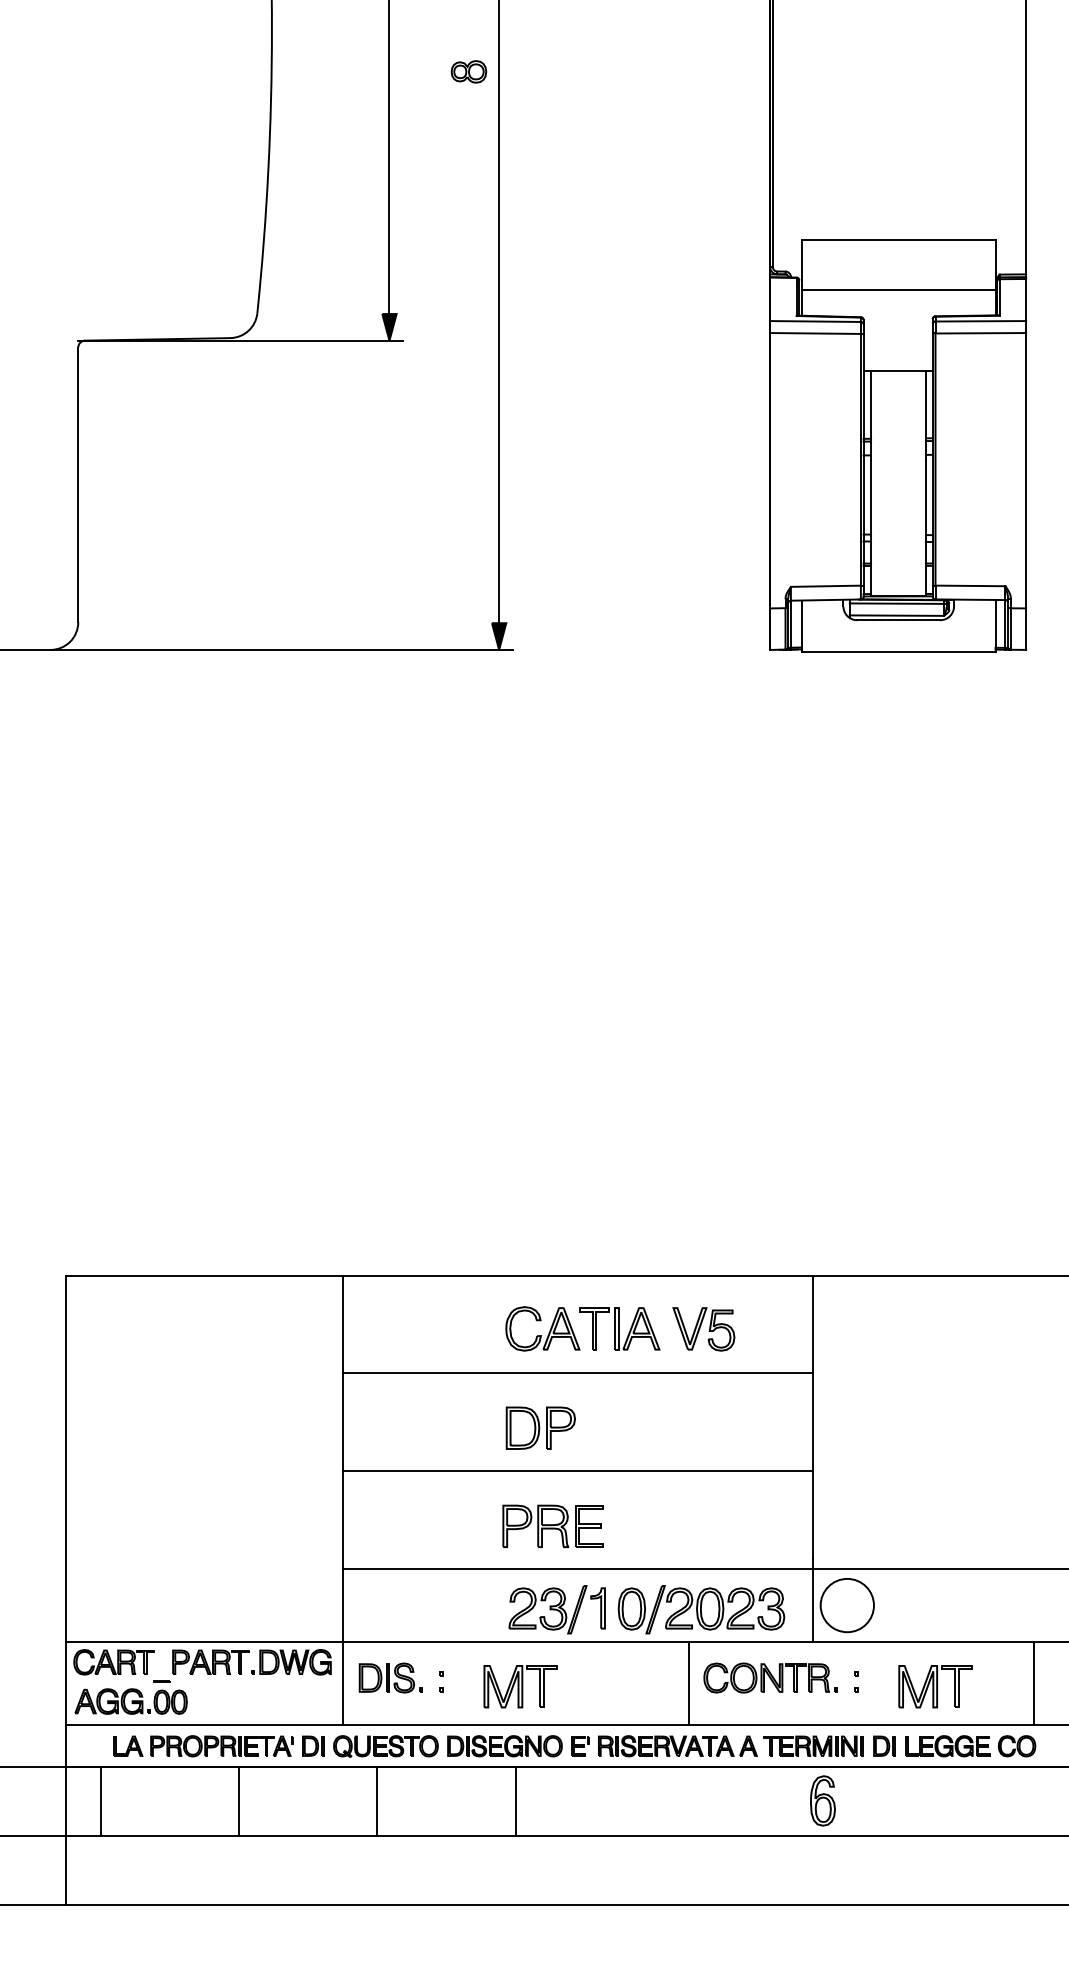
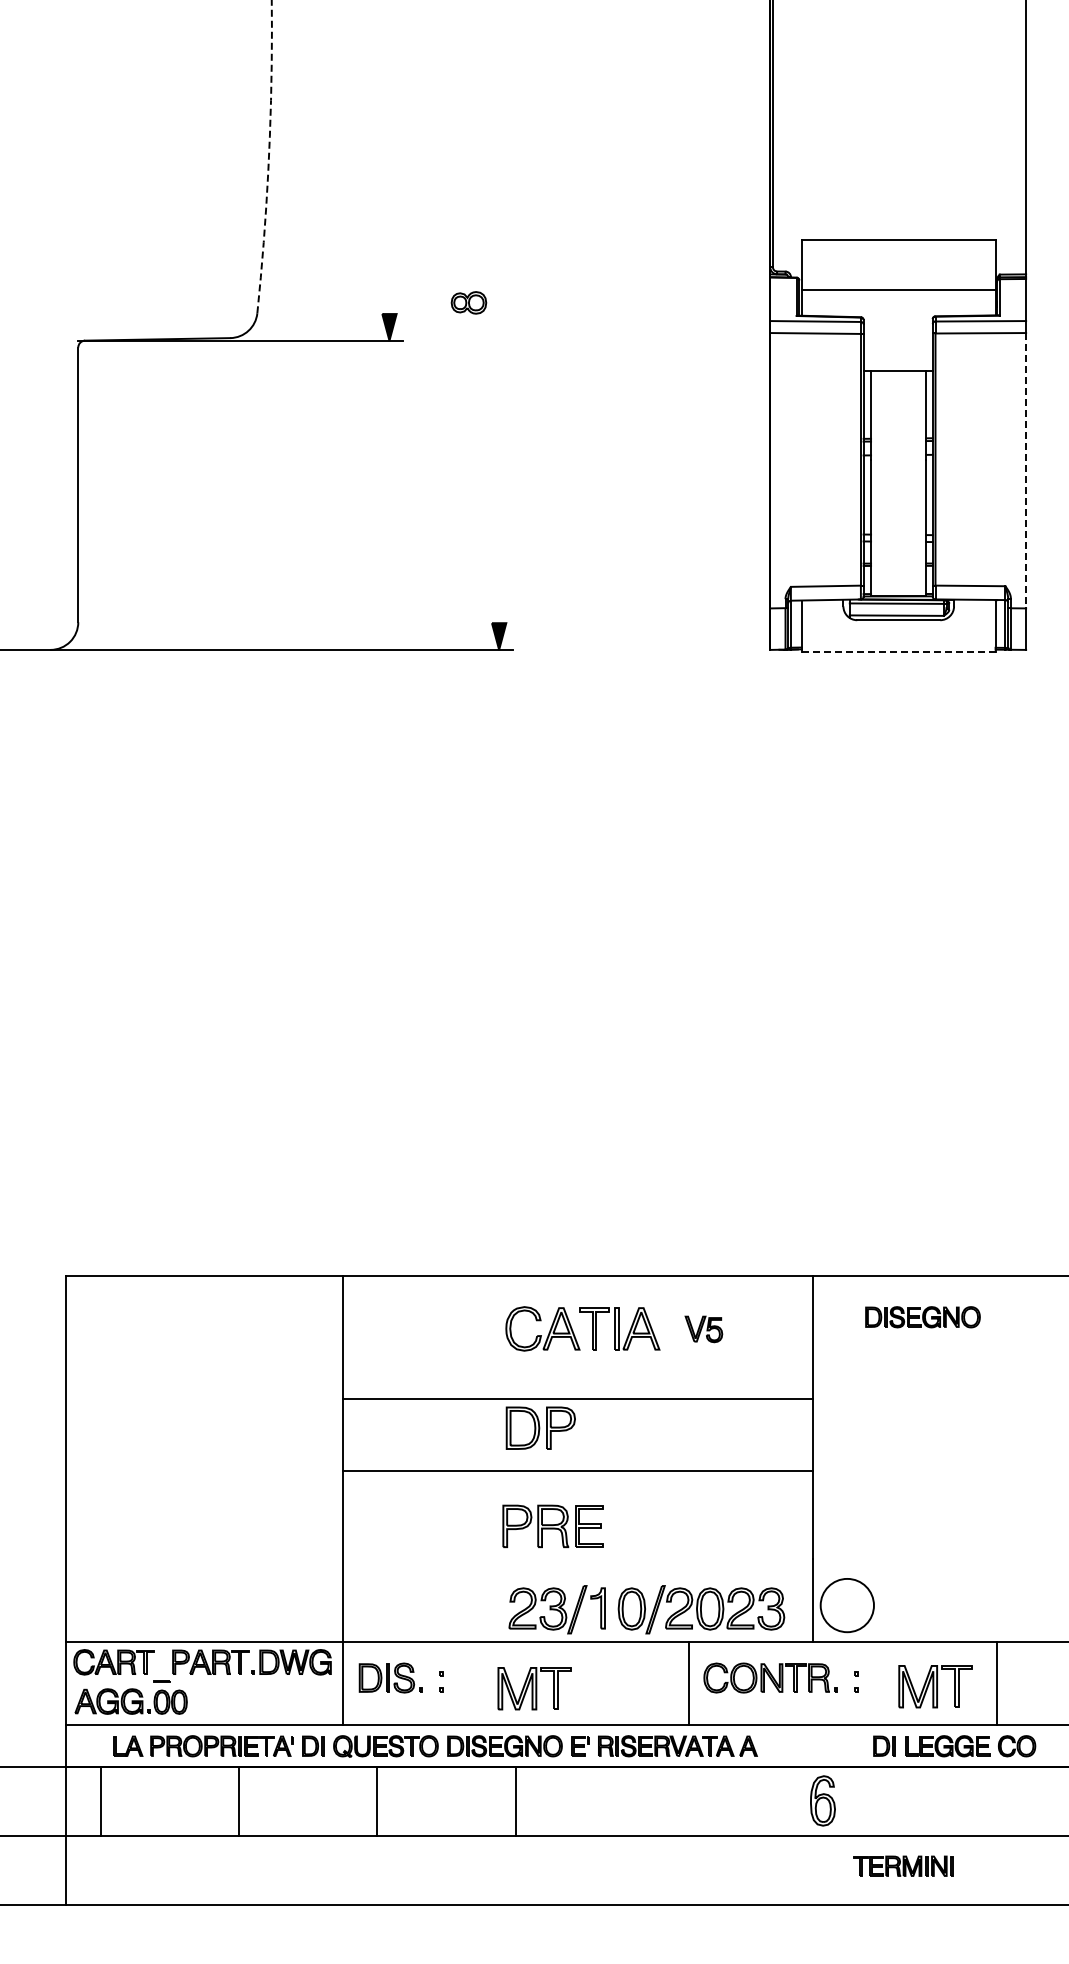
part at (468, 71) position: (468, 71) -> (468, 302)
arc at (268, 156): solid -> dashed
line at (389, 158): present -> none
line at (499, 312): present -> none
line at (1026, 470): solid -> dashed
line at (898, 652): solid -> dashed
part at (922, 1317): none -> present
part at (703, 1329) size: 64x45 px -> 40x29 px
line at (577, 1373) position: (577, 1373) -> (577, 1399)
line at (703, 1568): present -> none
line at (1034, 1683) position: (1034, 1683) -> (997, 1683)
part at (520, 1686) position: (520, 1686) -> (534, 1688)
part at (813, 1745) position: (813, 1745) -> (903, 1865)
